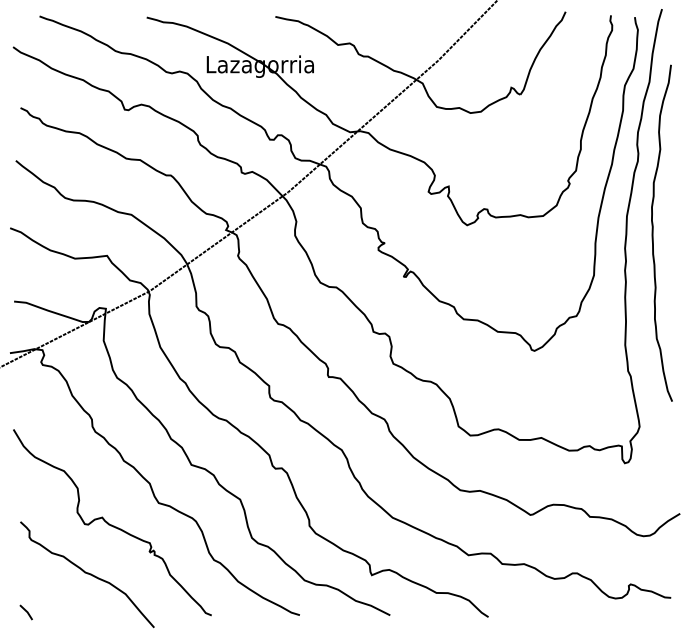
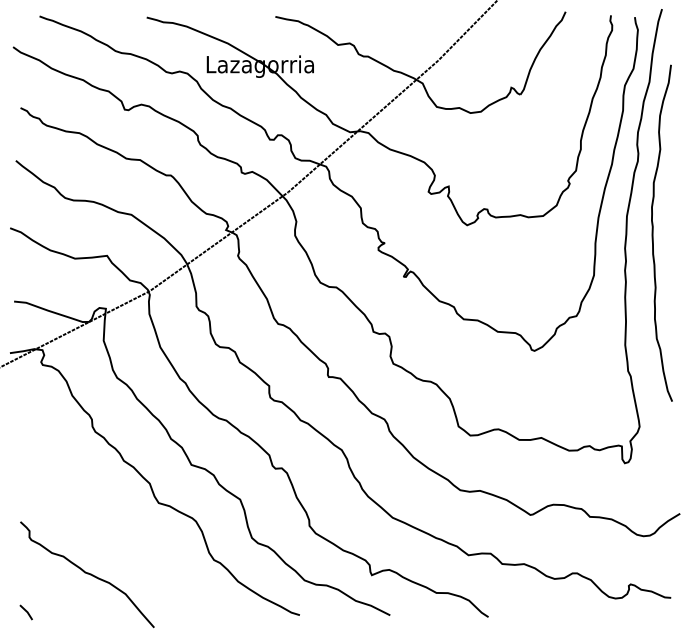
curve at (111, 524): present -> none
